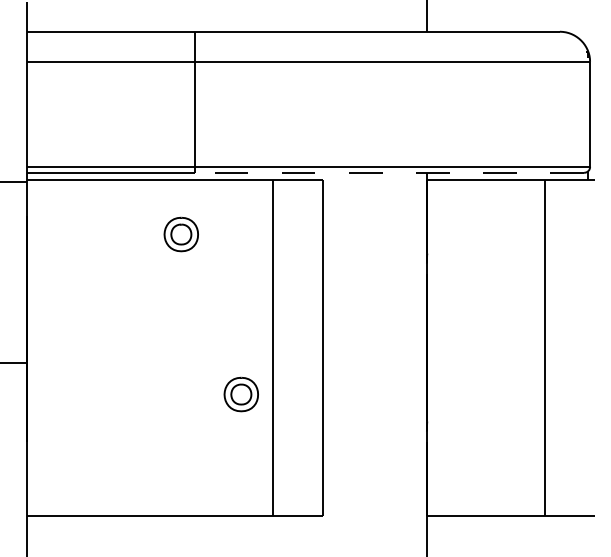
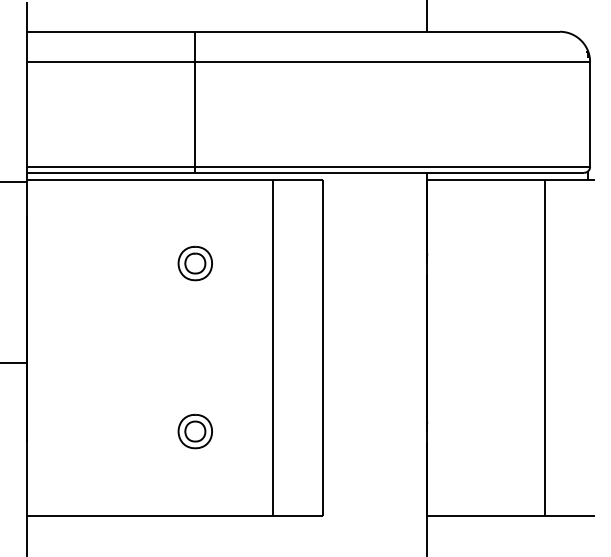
line at (389, 172): dashed -> solid
part at (180, 234) position: (180, 234) -> (194, 263)
part at (240, 394) position: (240, 394) -> (194, 431)
